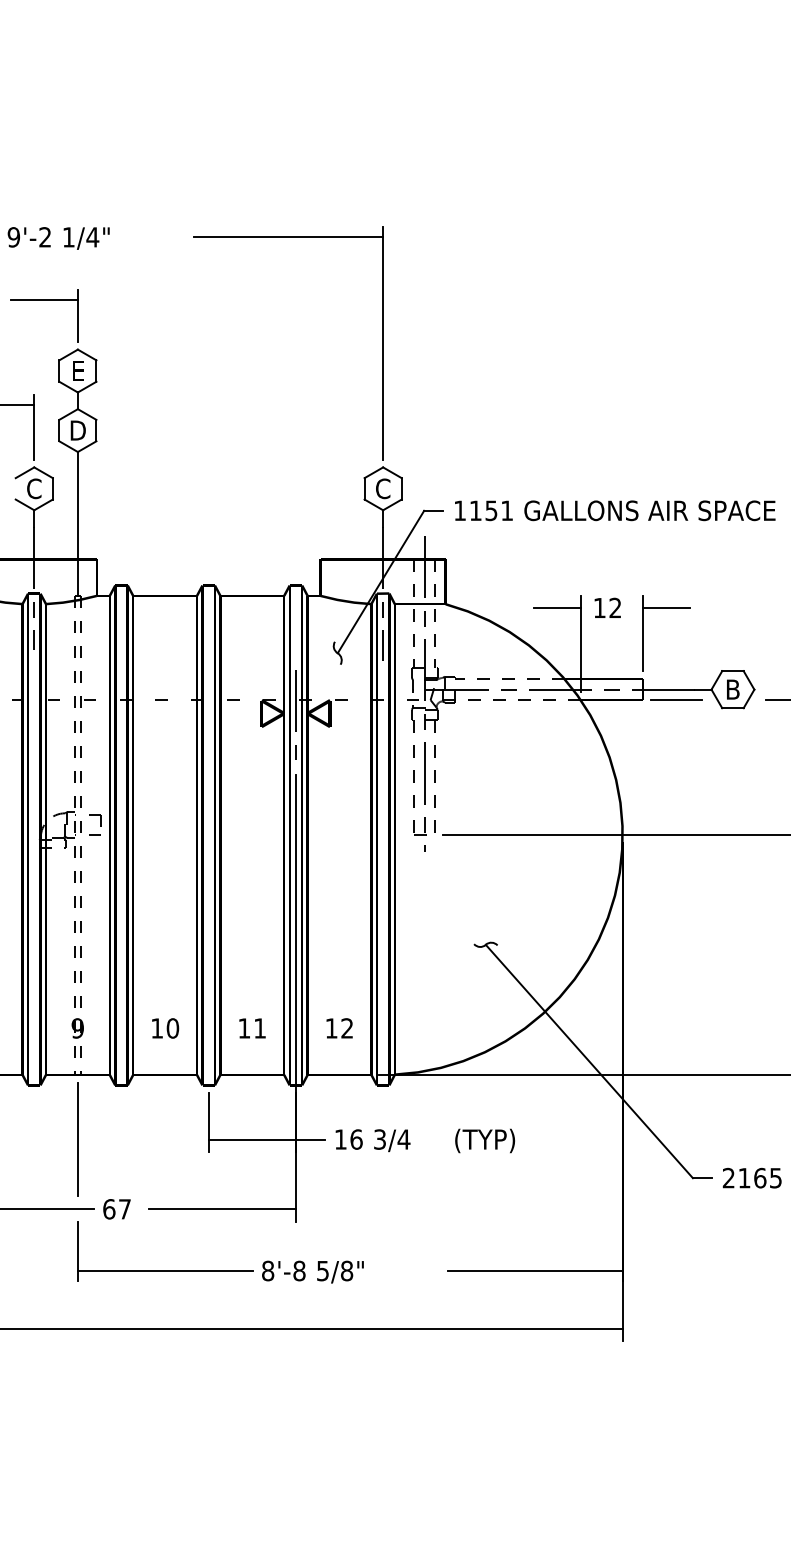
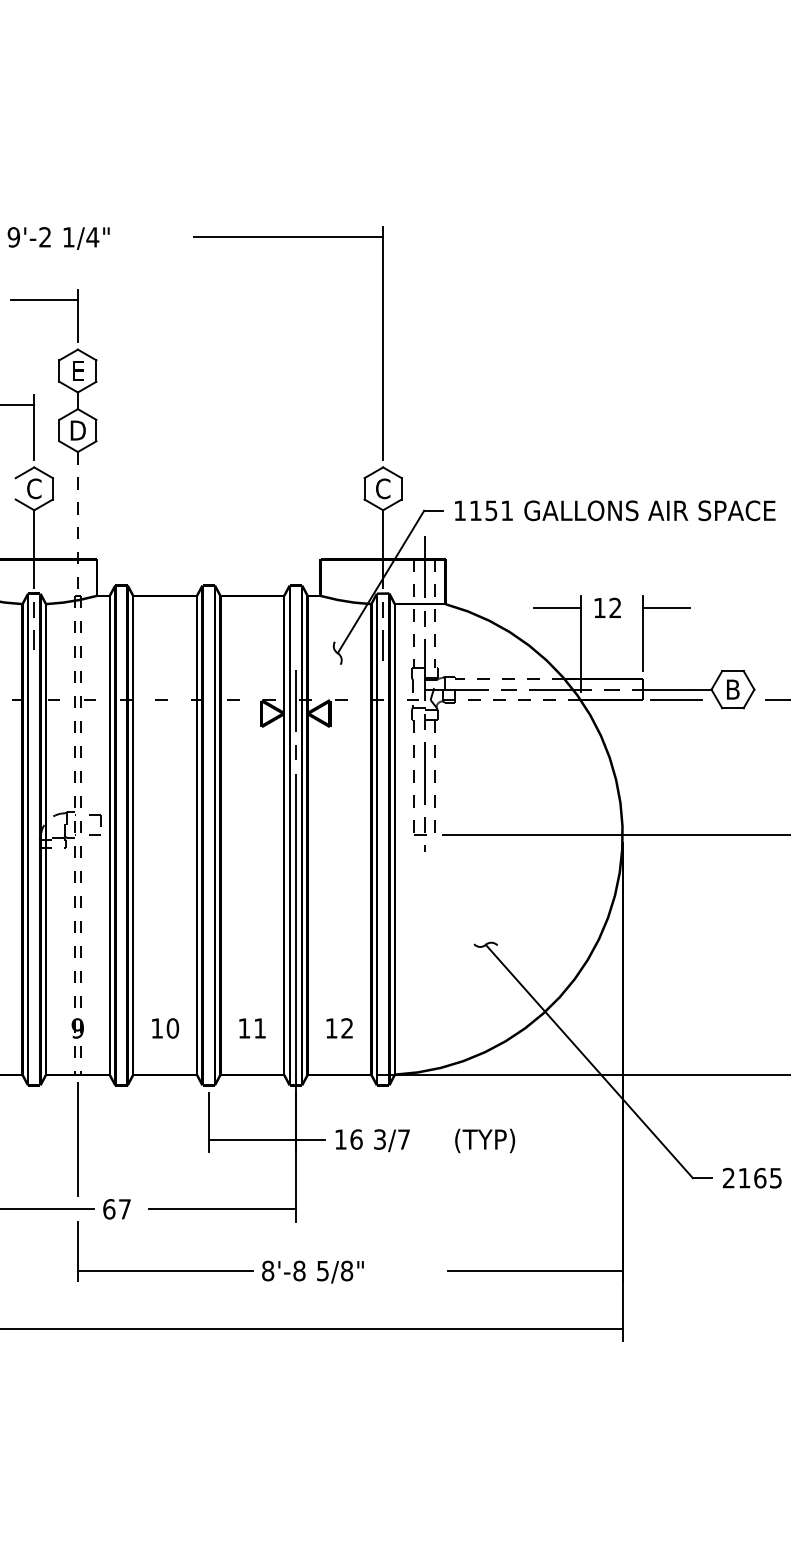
line at (77, 523): solid -> dashed
text at (403, 1139): 3/4 -> 3/7
